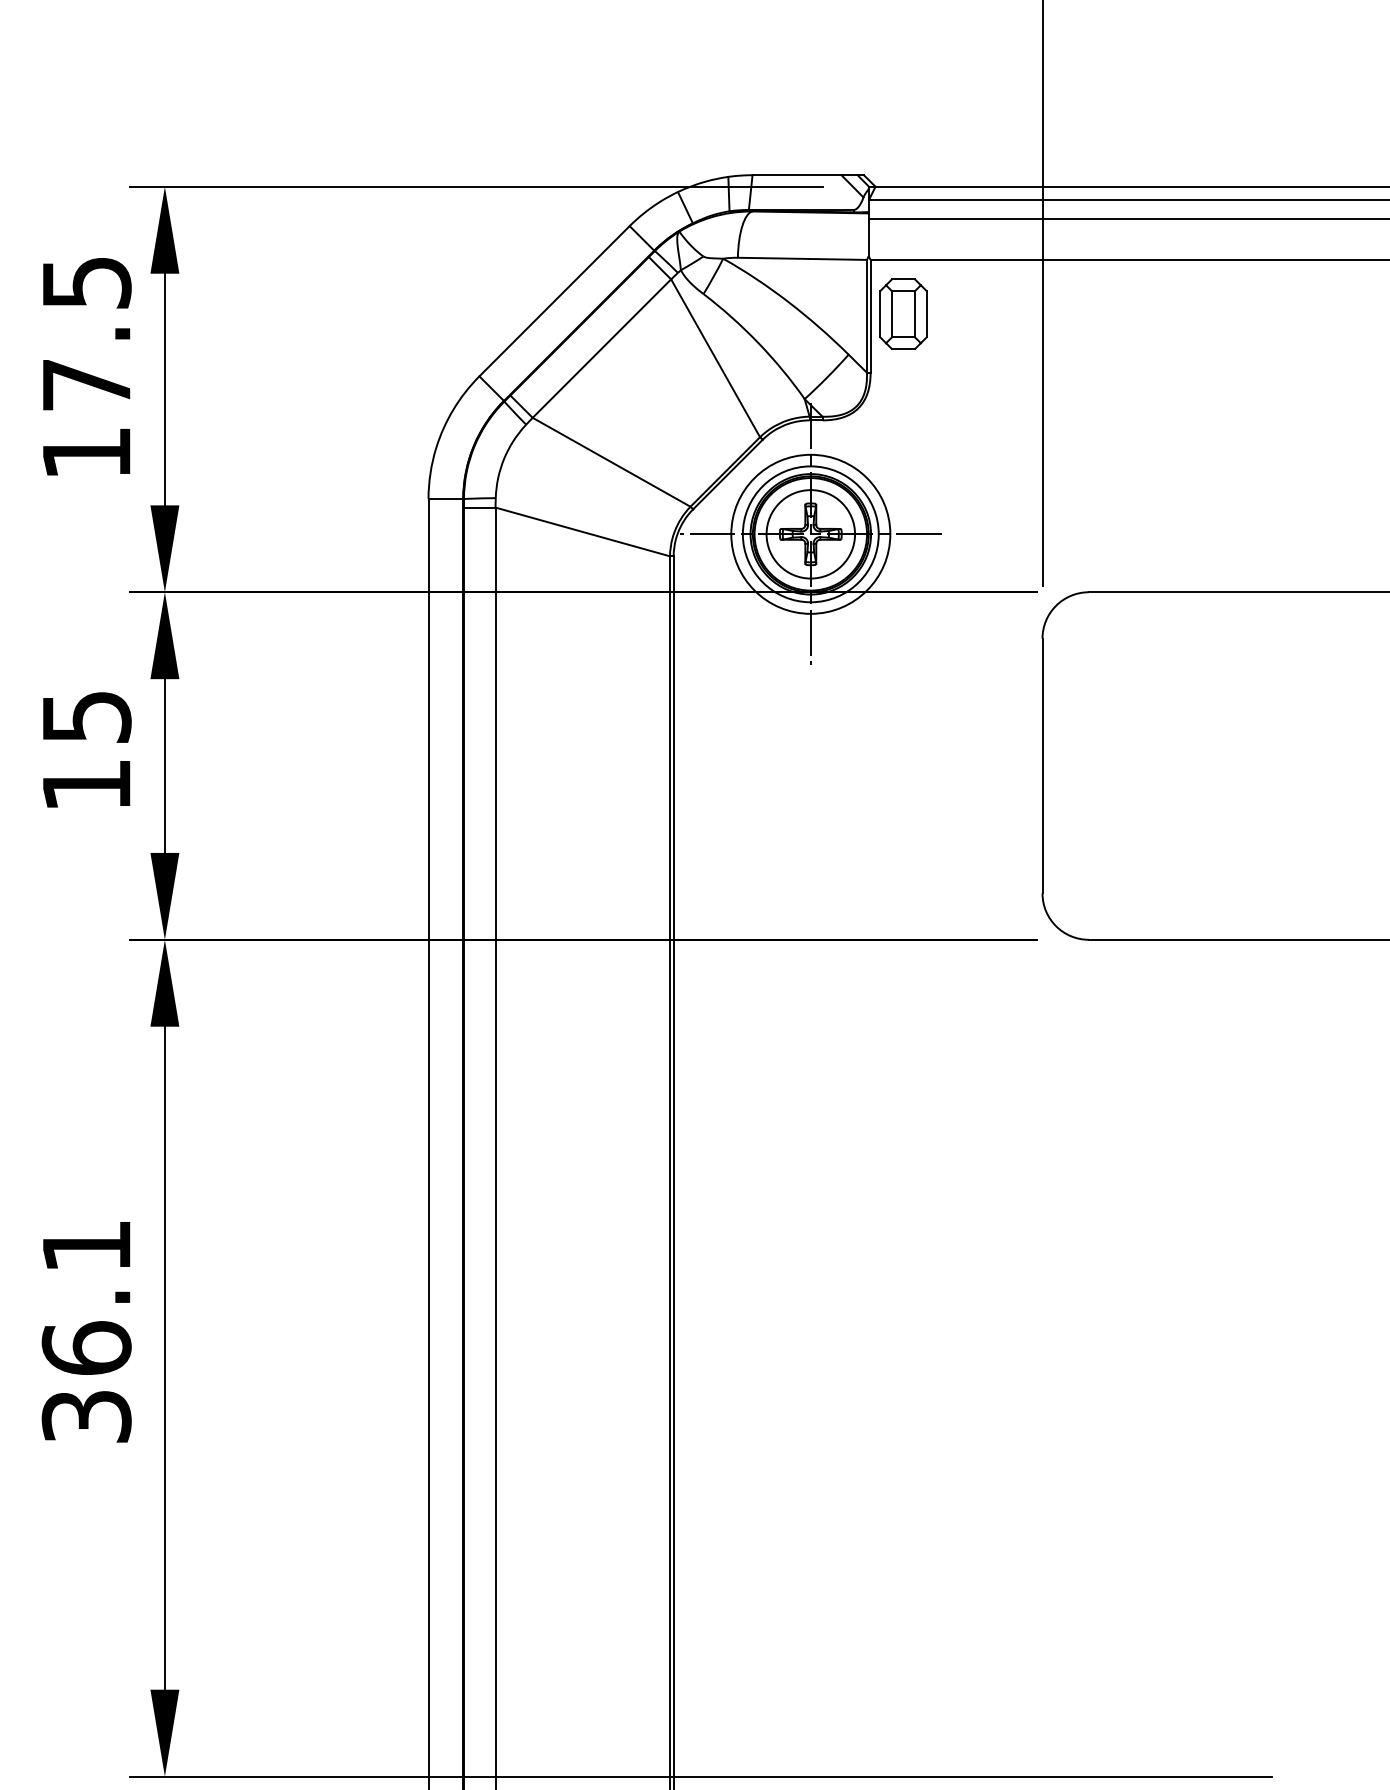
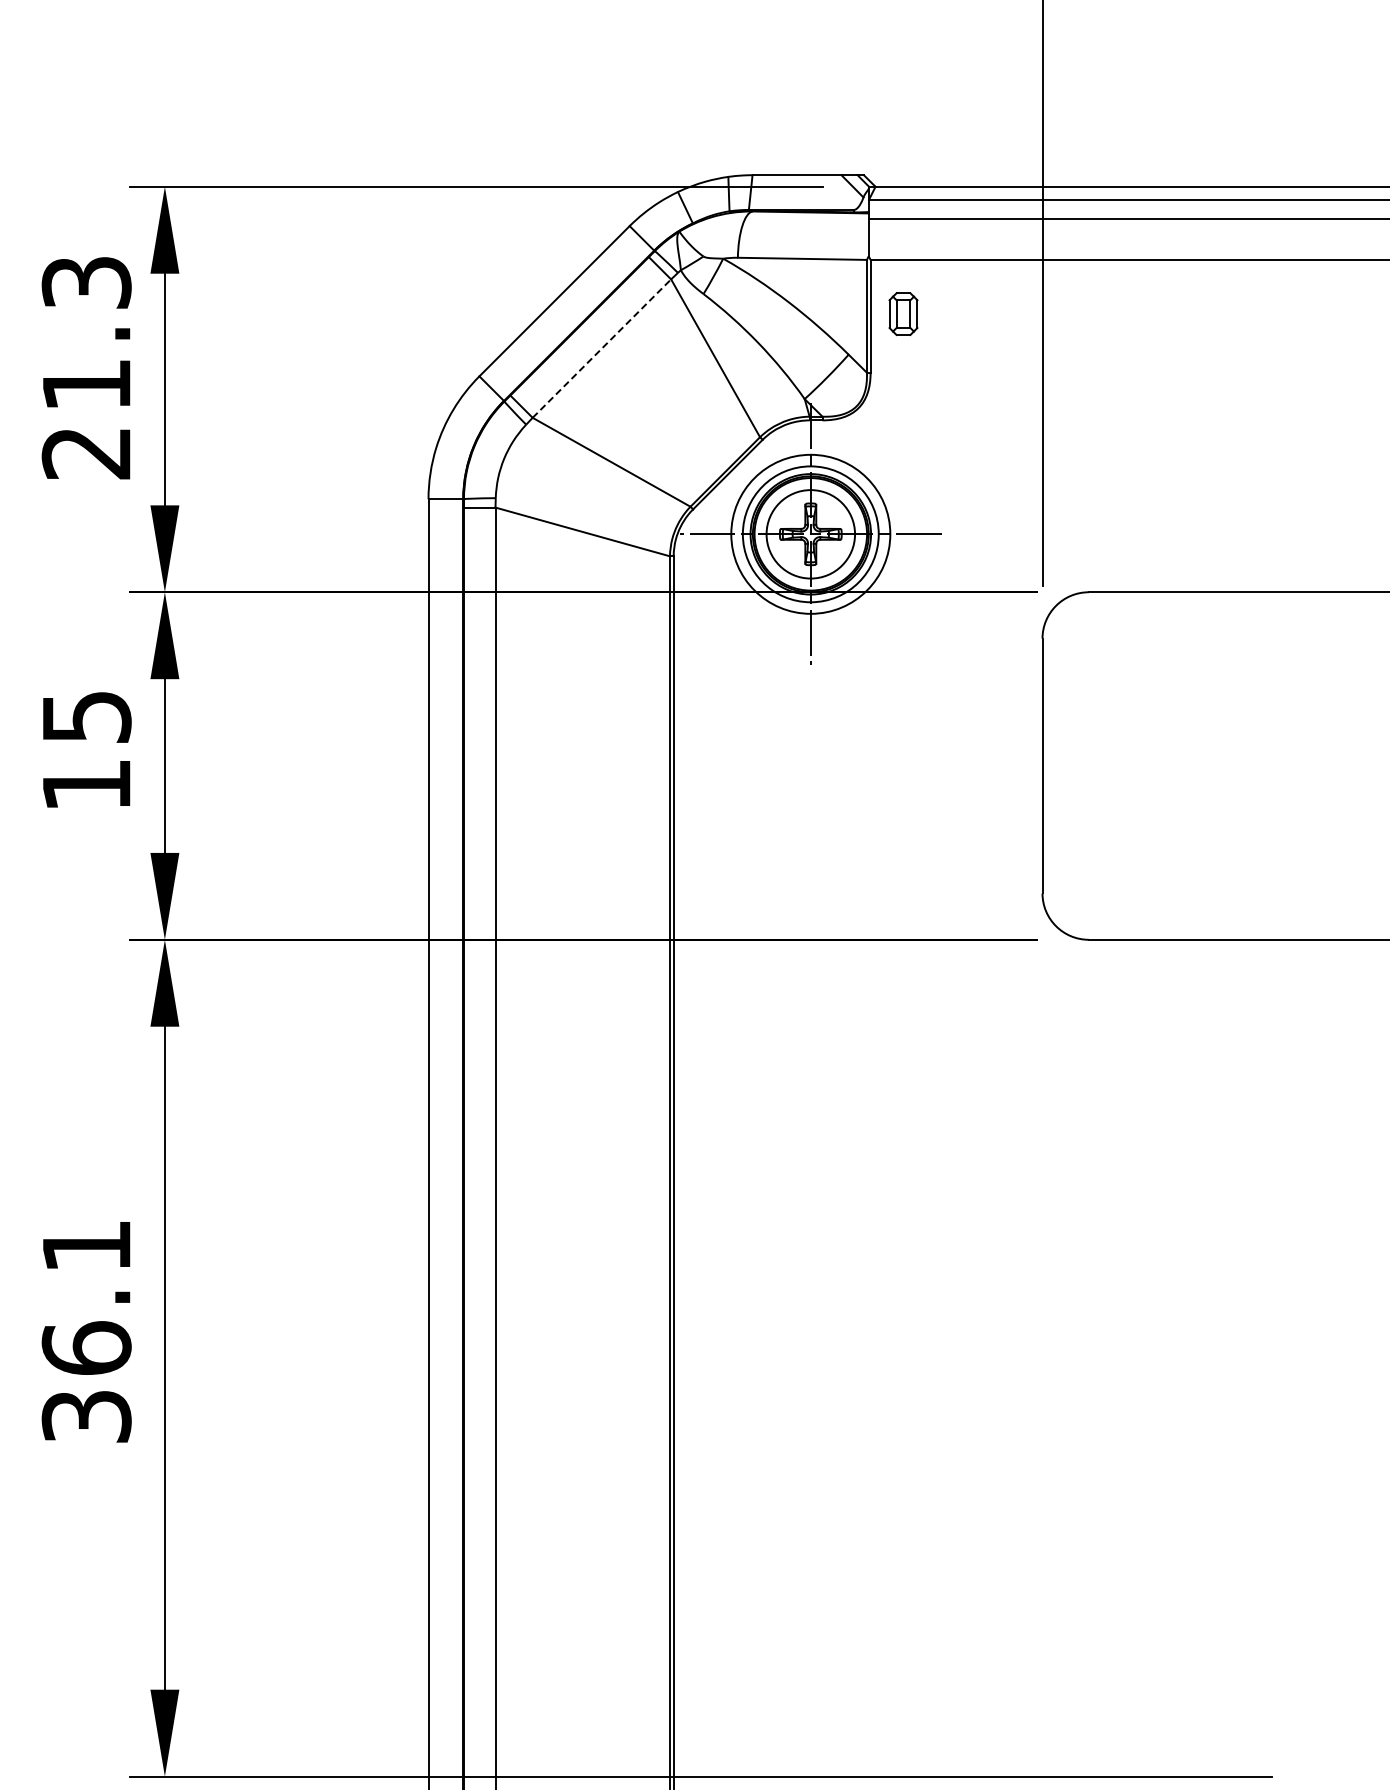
part at (903, 313) size: 49x72 px -> 31x45 px
line at (601, 348): solid -> dashed
text at (86, 368): 17.5 -> 21.3
